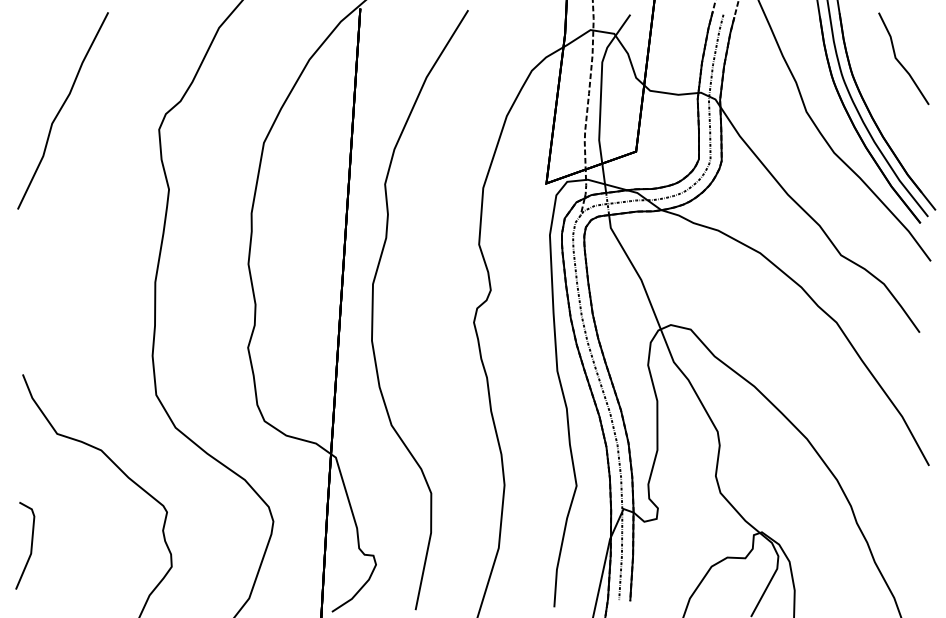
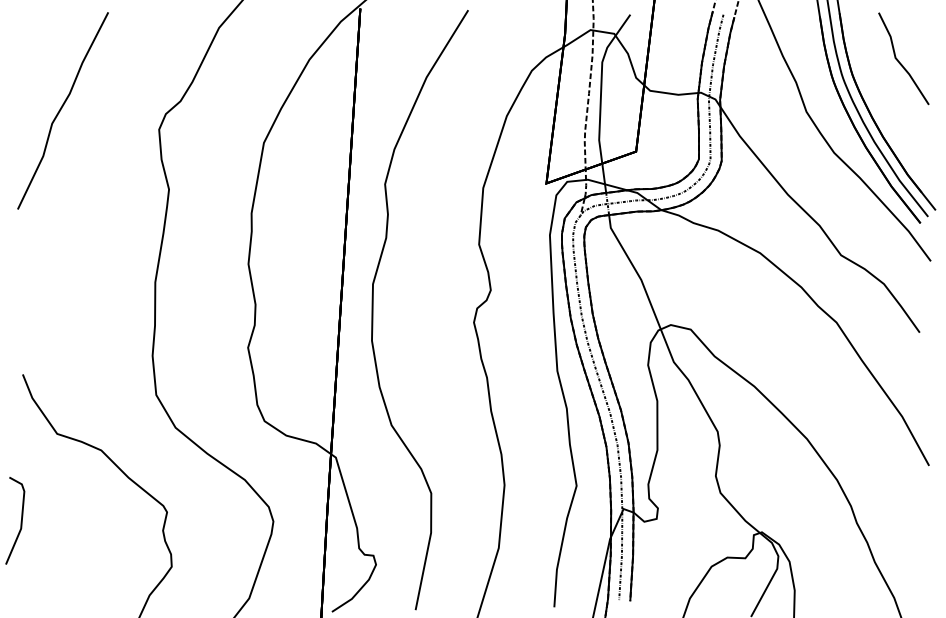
part at (25, 545) position: (25, 545) -> (15, 520)
